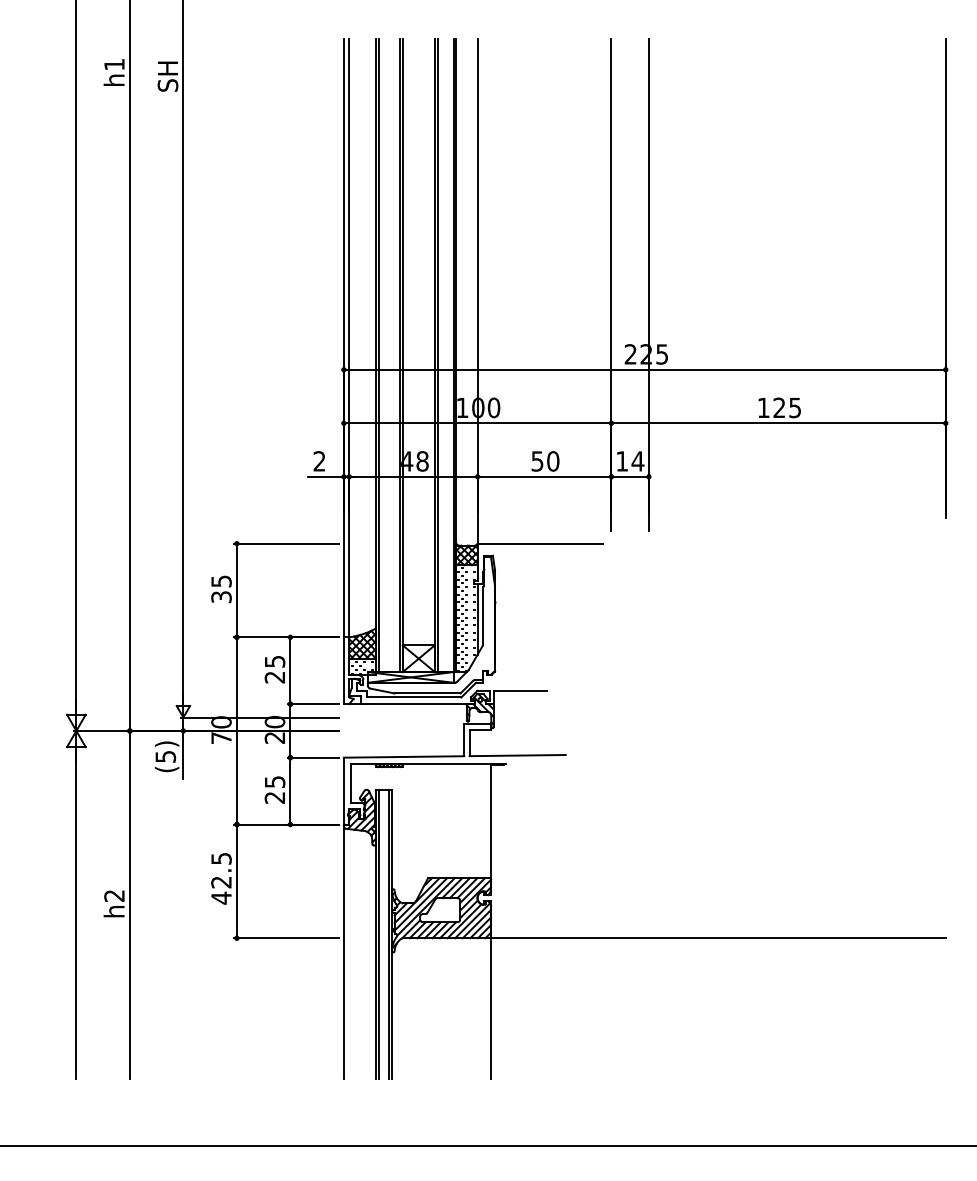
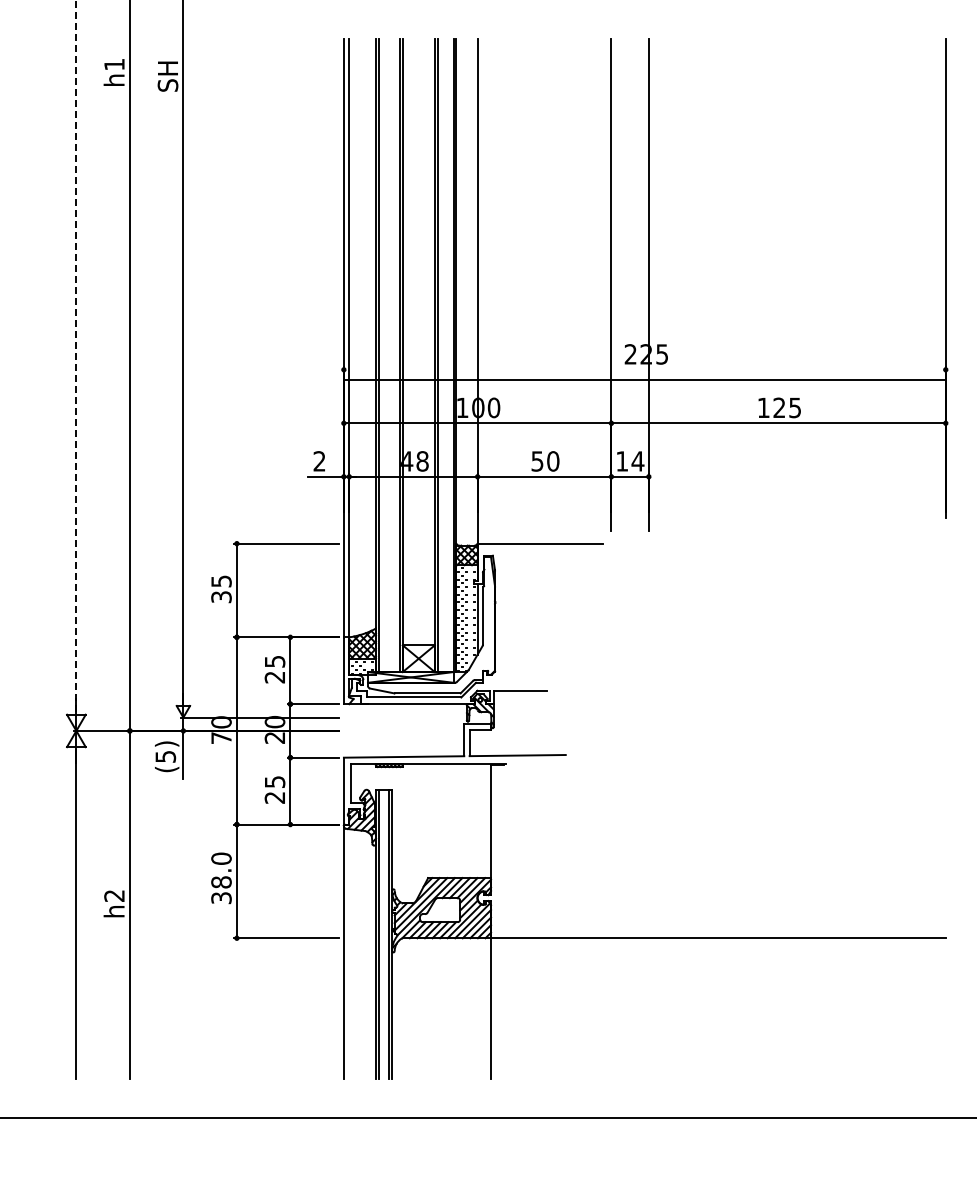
line at (76, 356): solid -> dashed
line at (644, 369) position: (644, 369) -> (644, 379)
text at (221, 878): 42.5 -> 38.0
line at (487, 1145) position: (487, 1145) -> (487, 1117)
